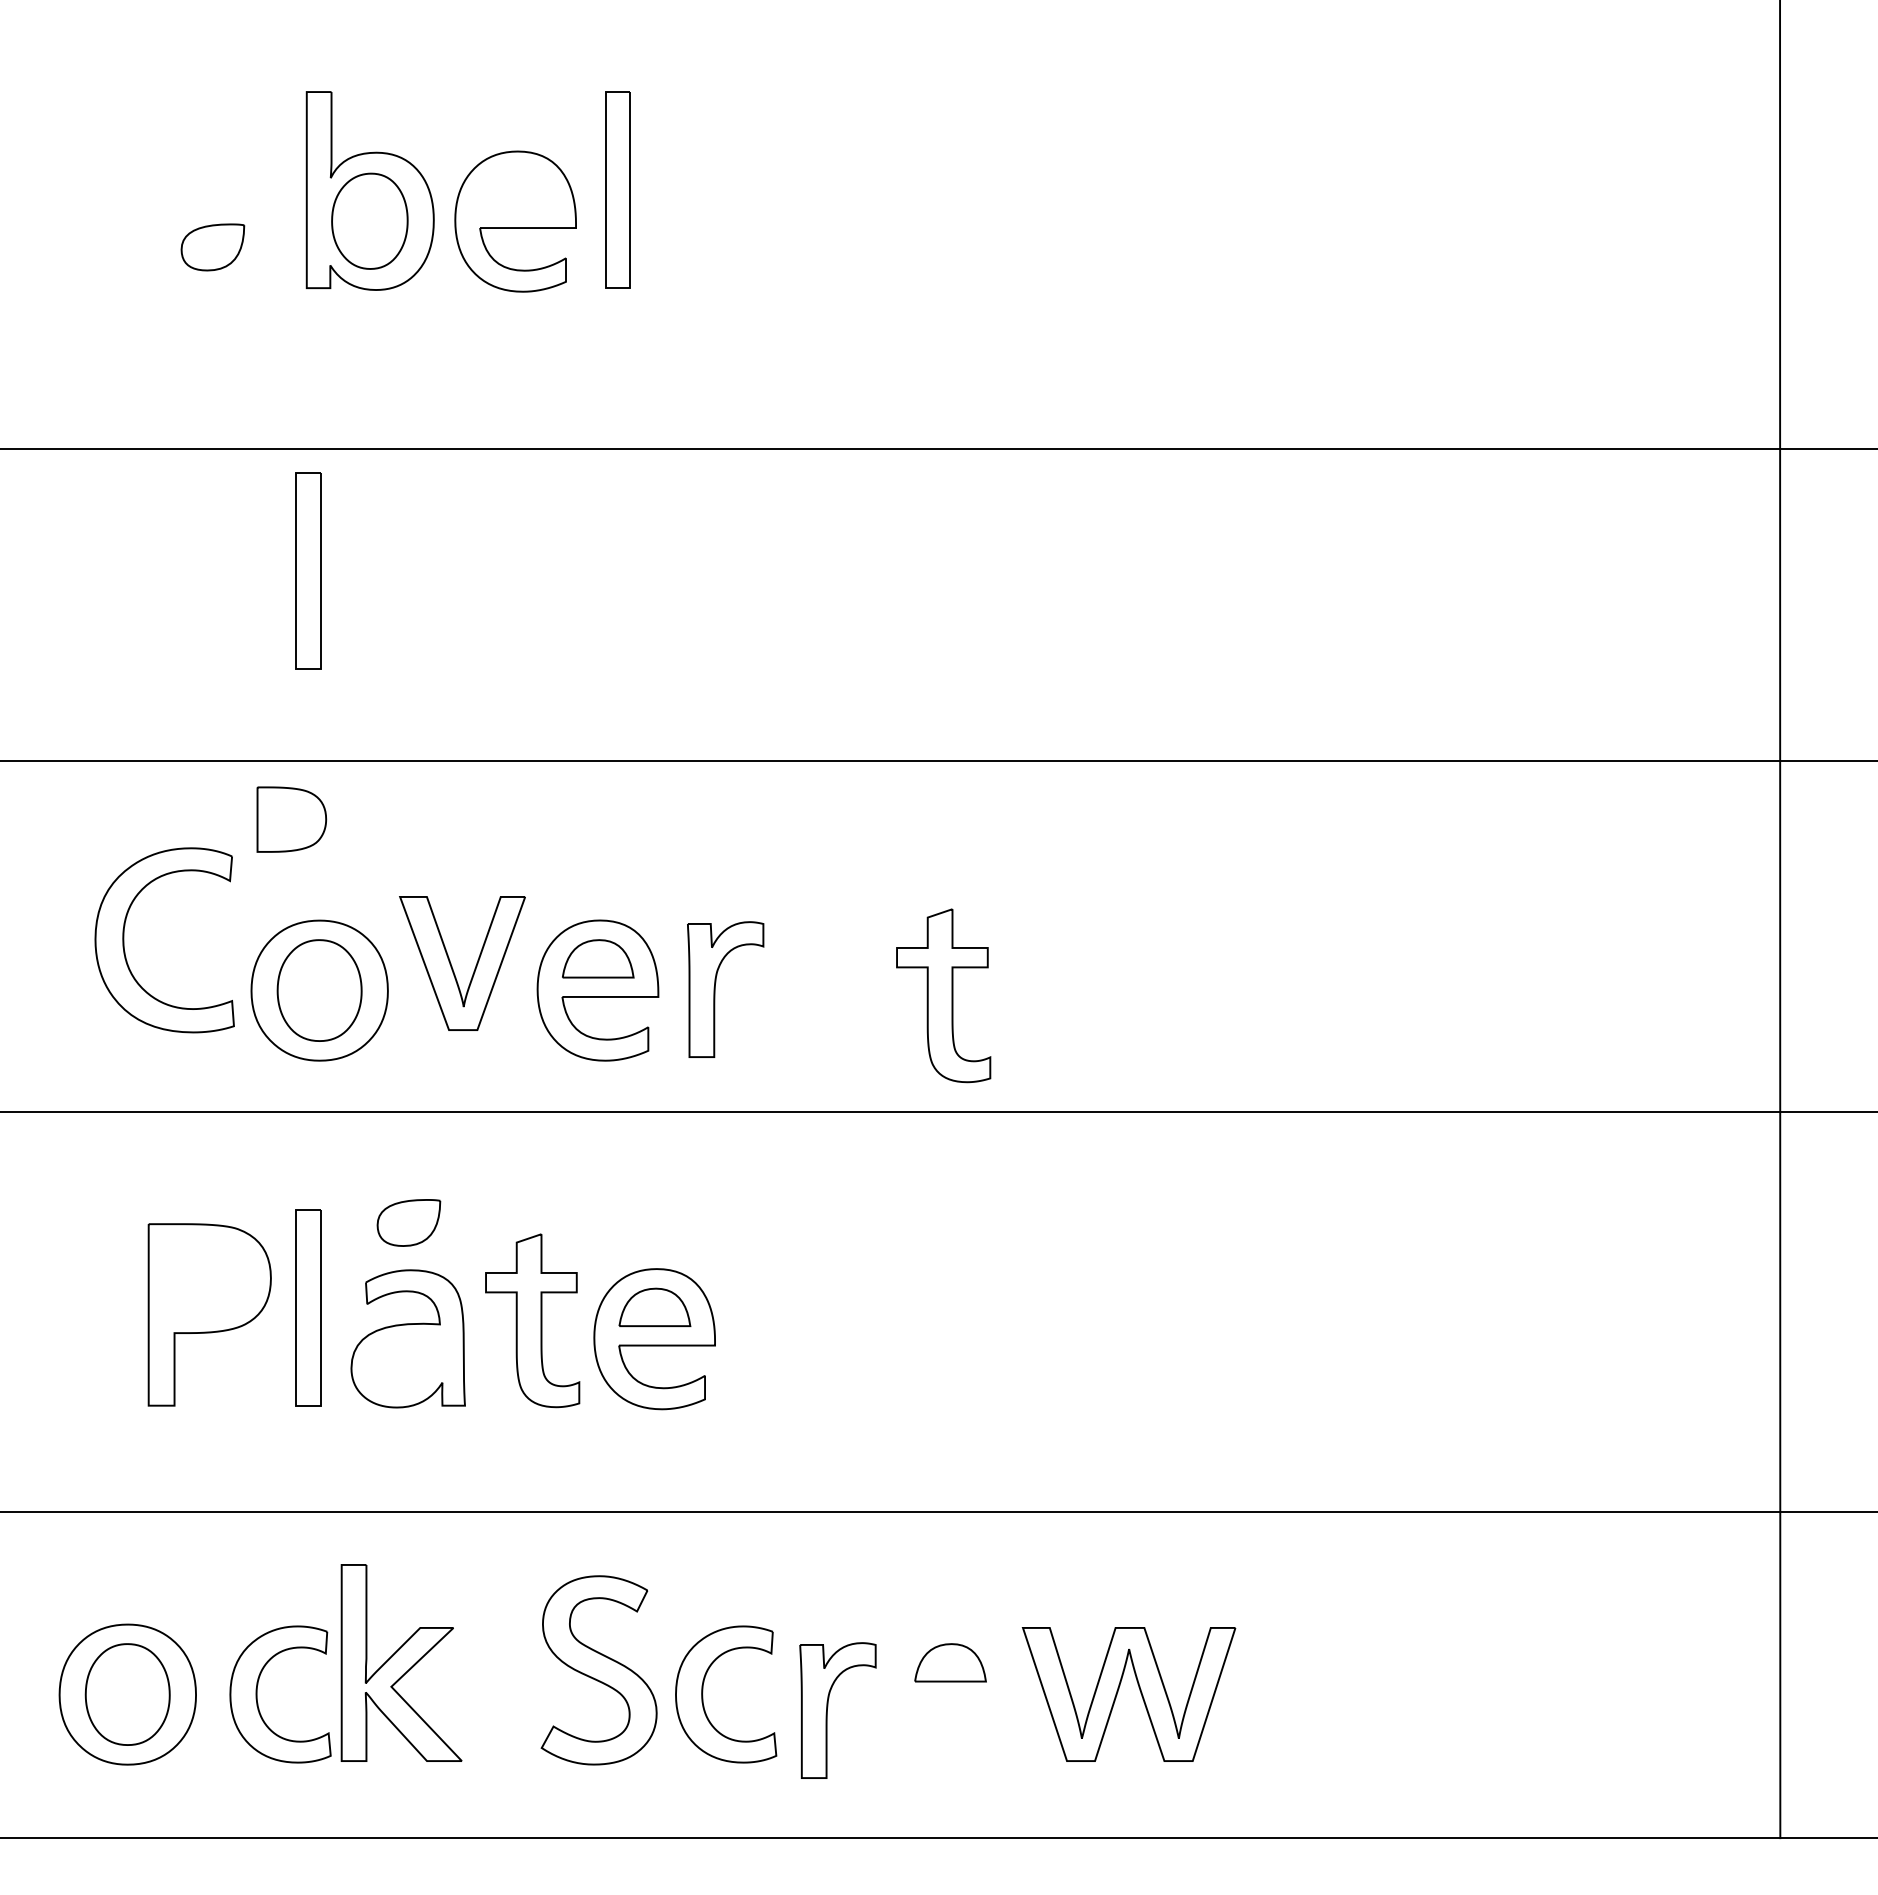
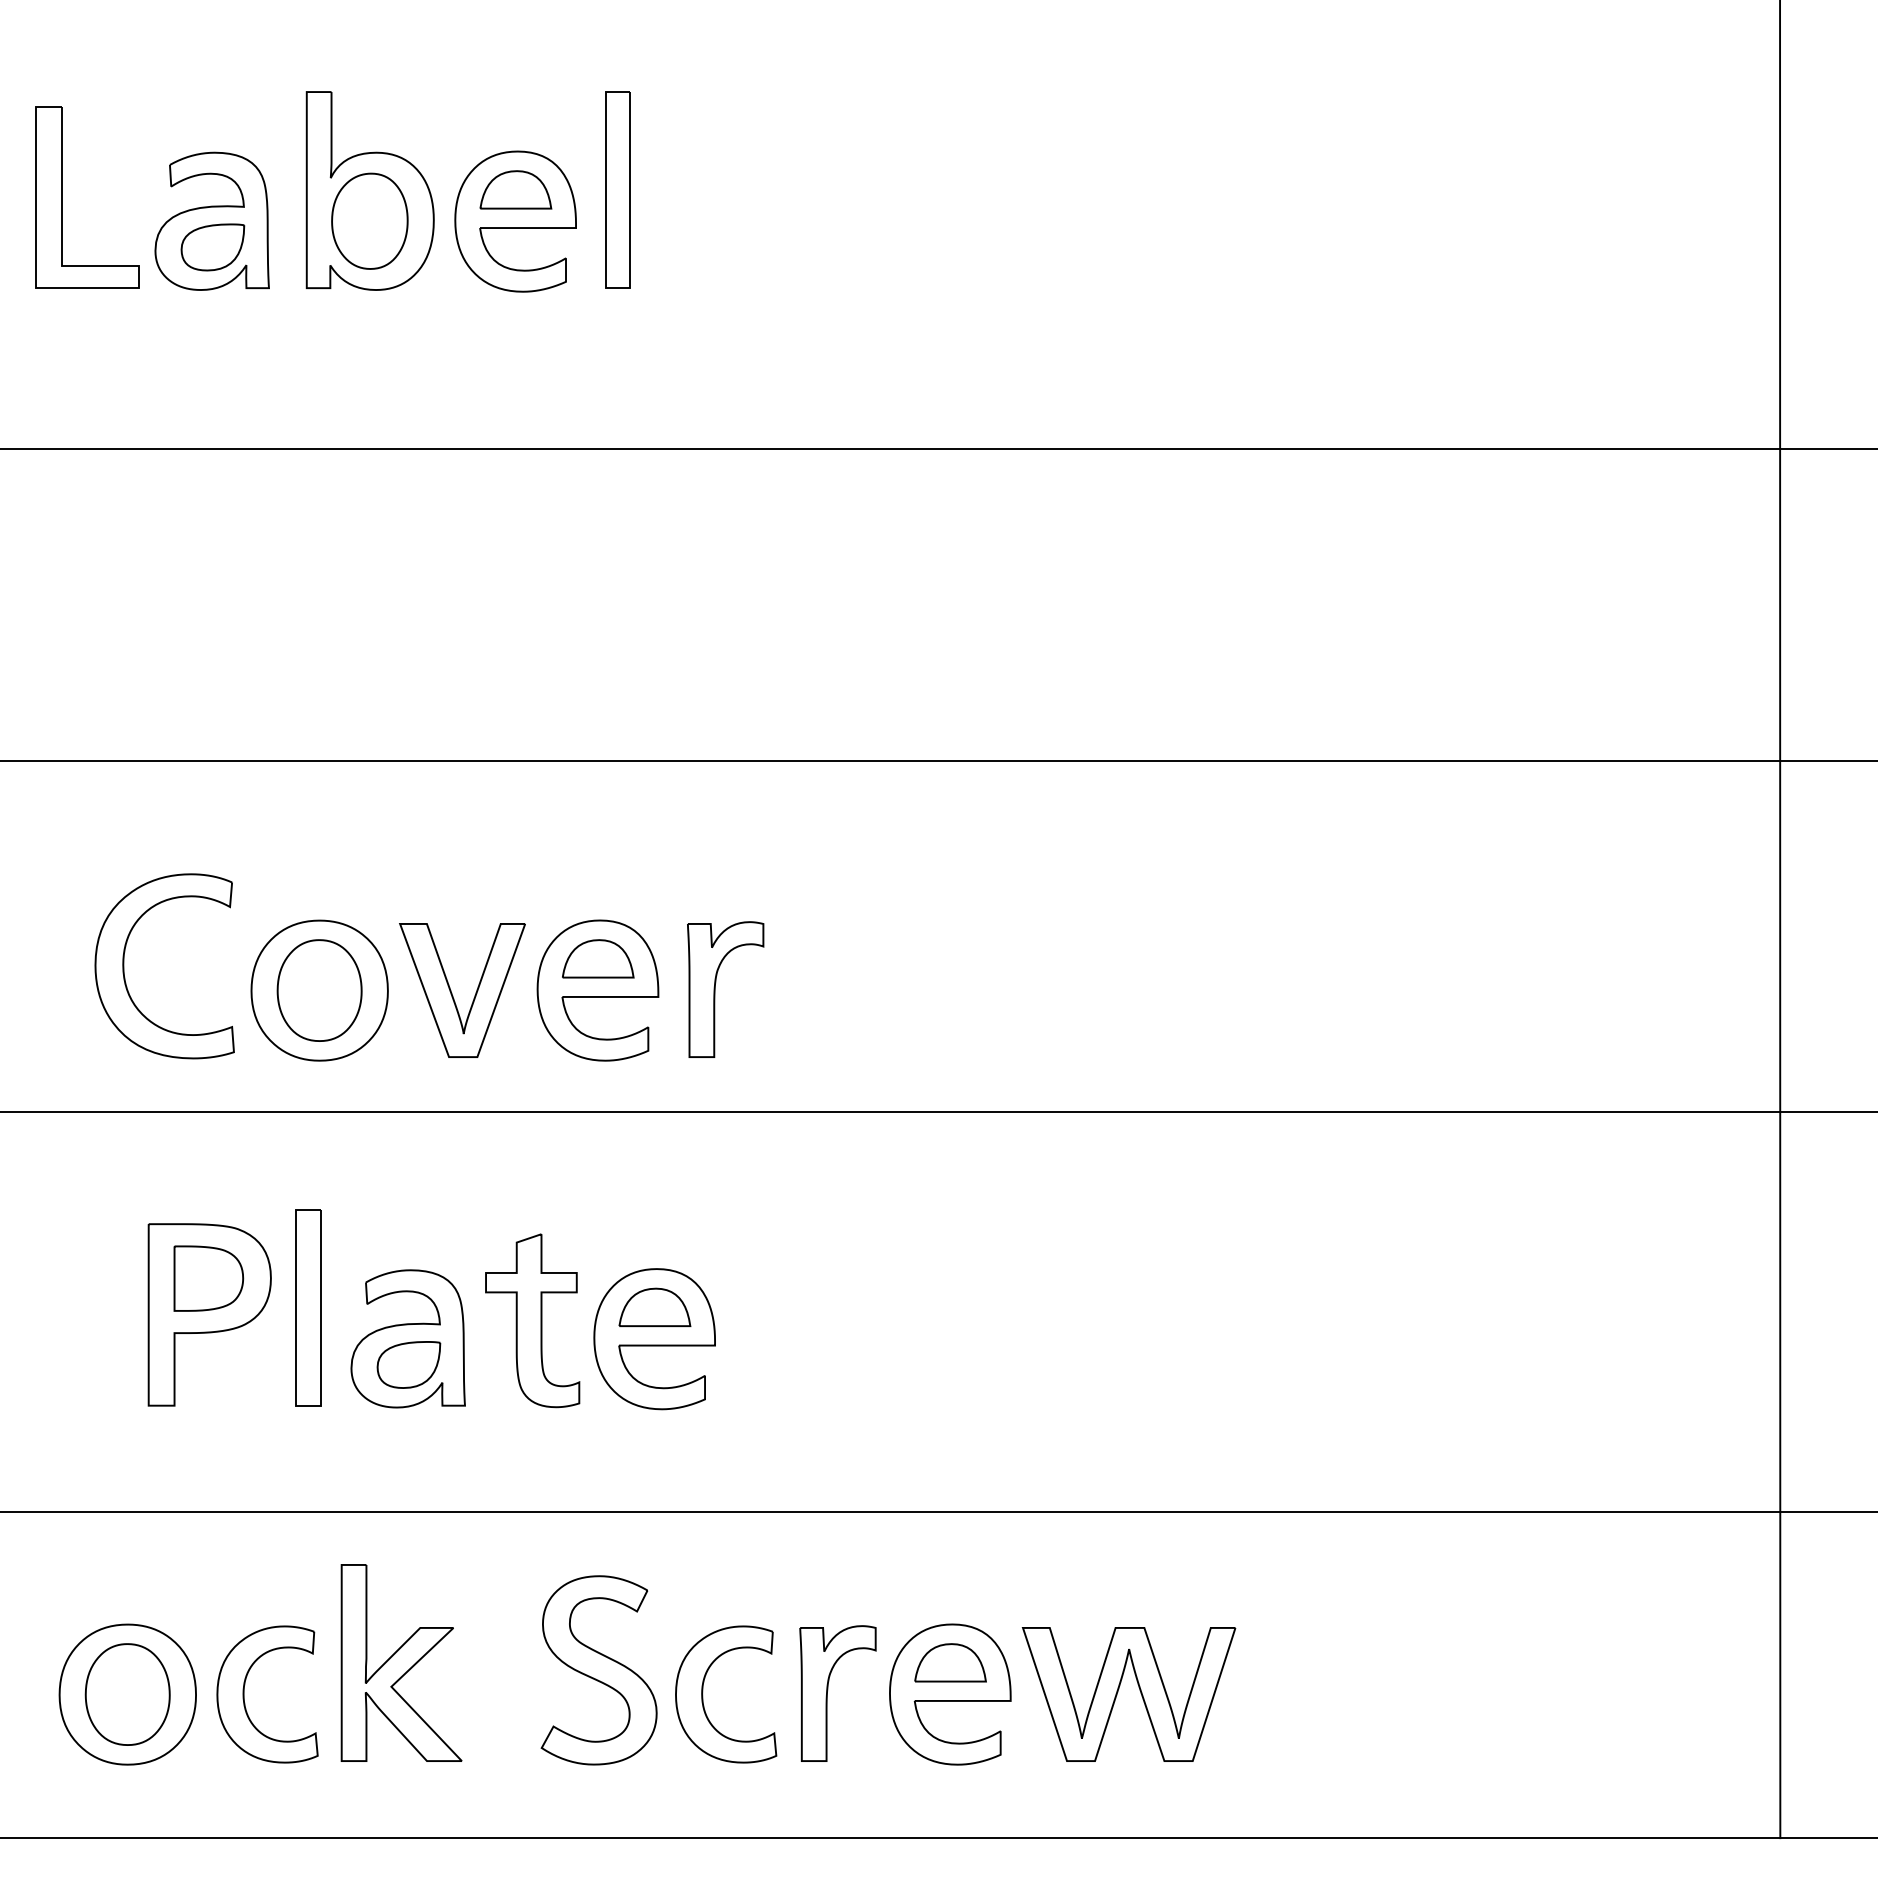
part at (515, 189): none -> present
part at (62, 197): none -> present
part at (211, 220): none -> present
part at (308, 570): present -> none
part at (291, 819) position: (291, 819) -> (208, 1278)
part at (124, 940) position: (124, 940) -> (124, 966)
part at (453, 968) position: (453, 968) -> (453, 995)
part at (943, 995): present -> none
part at (408, 1222) position: (408, 1222) -> (408, 1364)
part at (257, 1694) position: (257, 1694) -> (244, 1694)
part at (950, 1694): none -> present
part at (828, 1707) position: (828, 1707) -> (828, 1690)
